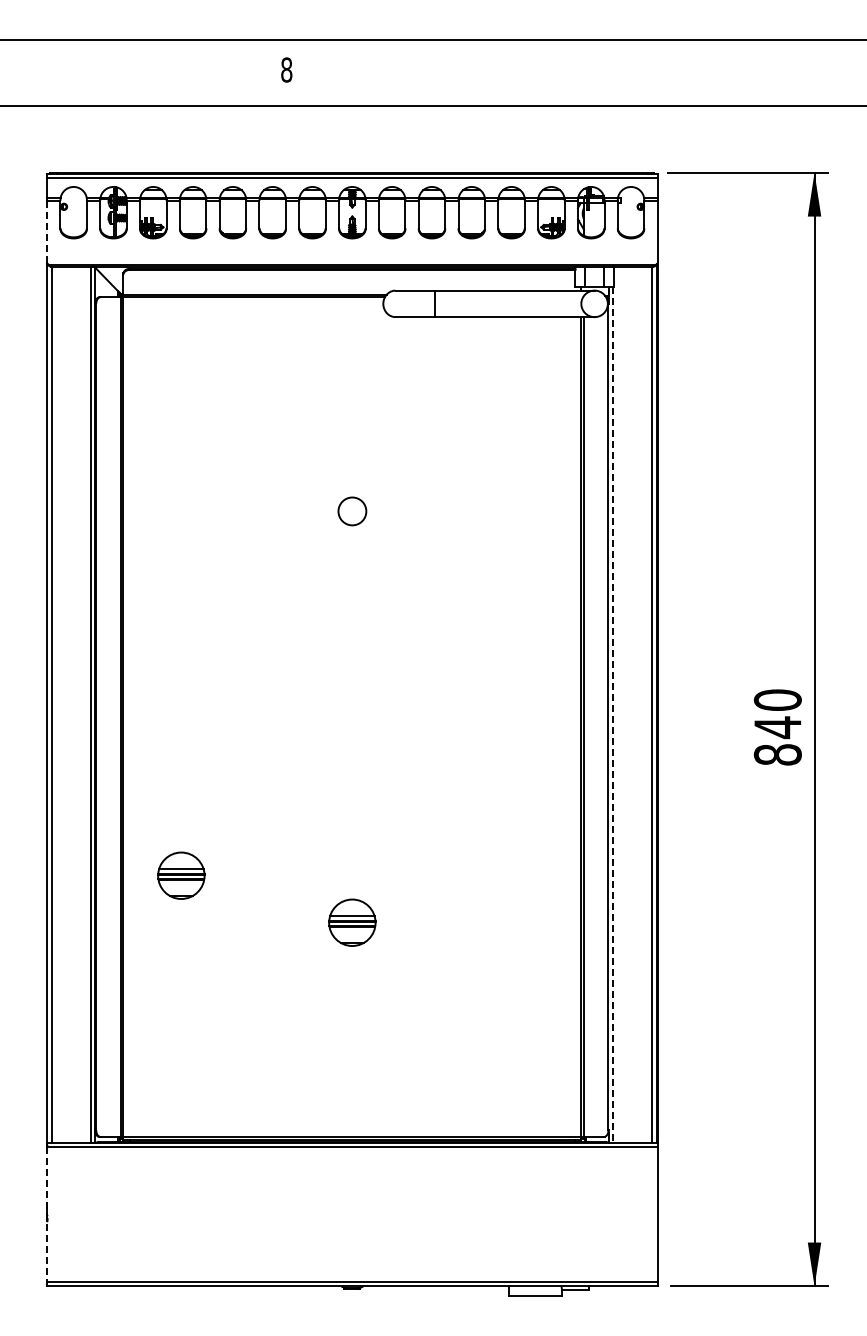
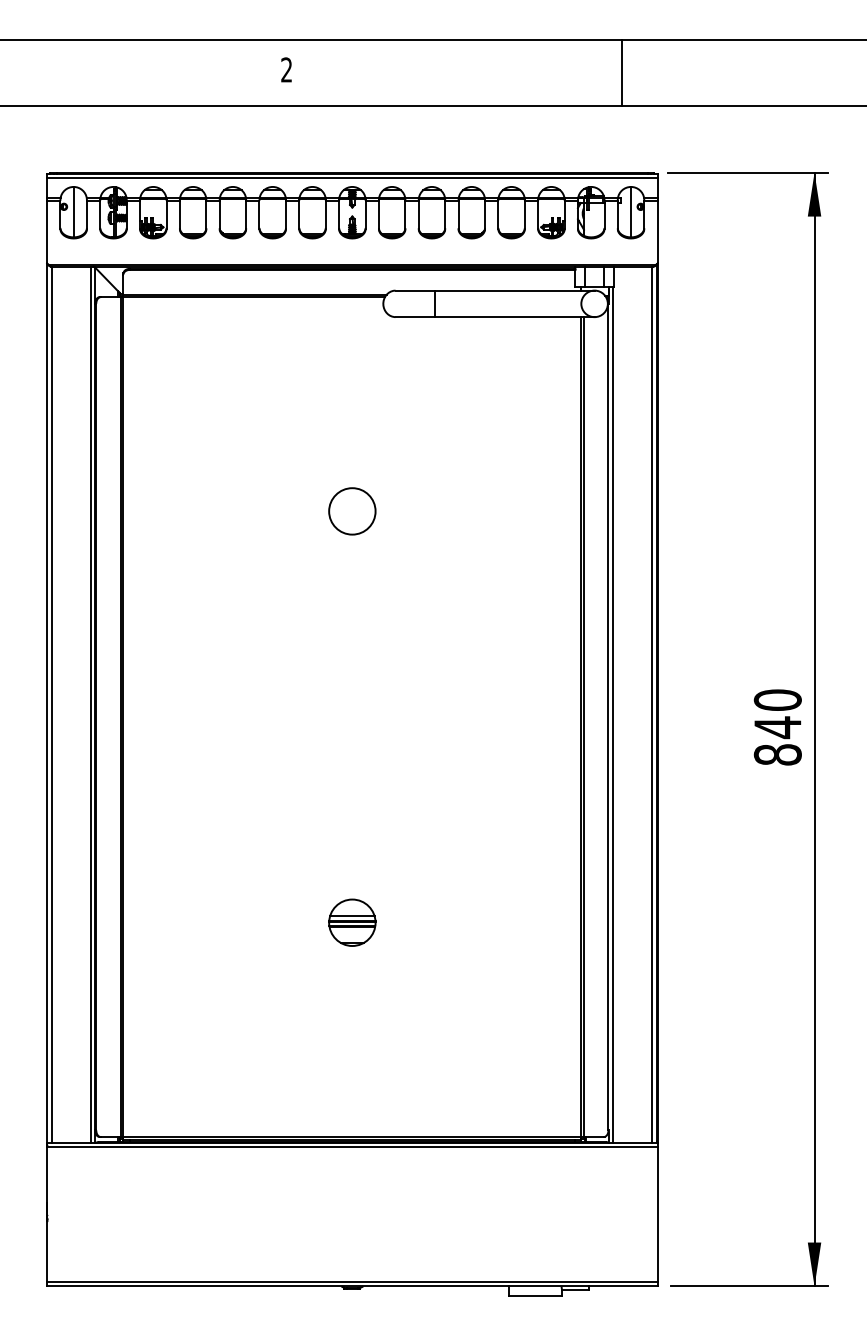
text at (286, 69): 8 -> 2
line at (622, 73): none -> present
line at (73, 211): none -> present
line at (631, 211): none -> present
line at (47, 232): dashed -> solid
circle at (352, 511) size: 31x31 px -> 49x49 px
line at (613, 715): dashed -> solid
part at (181, 875): present -> none
line at (47, 1215): dashed -> solid
